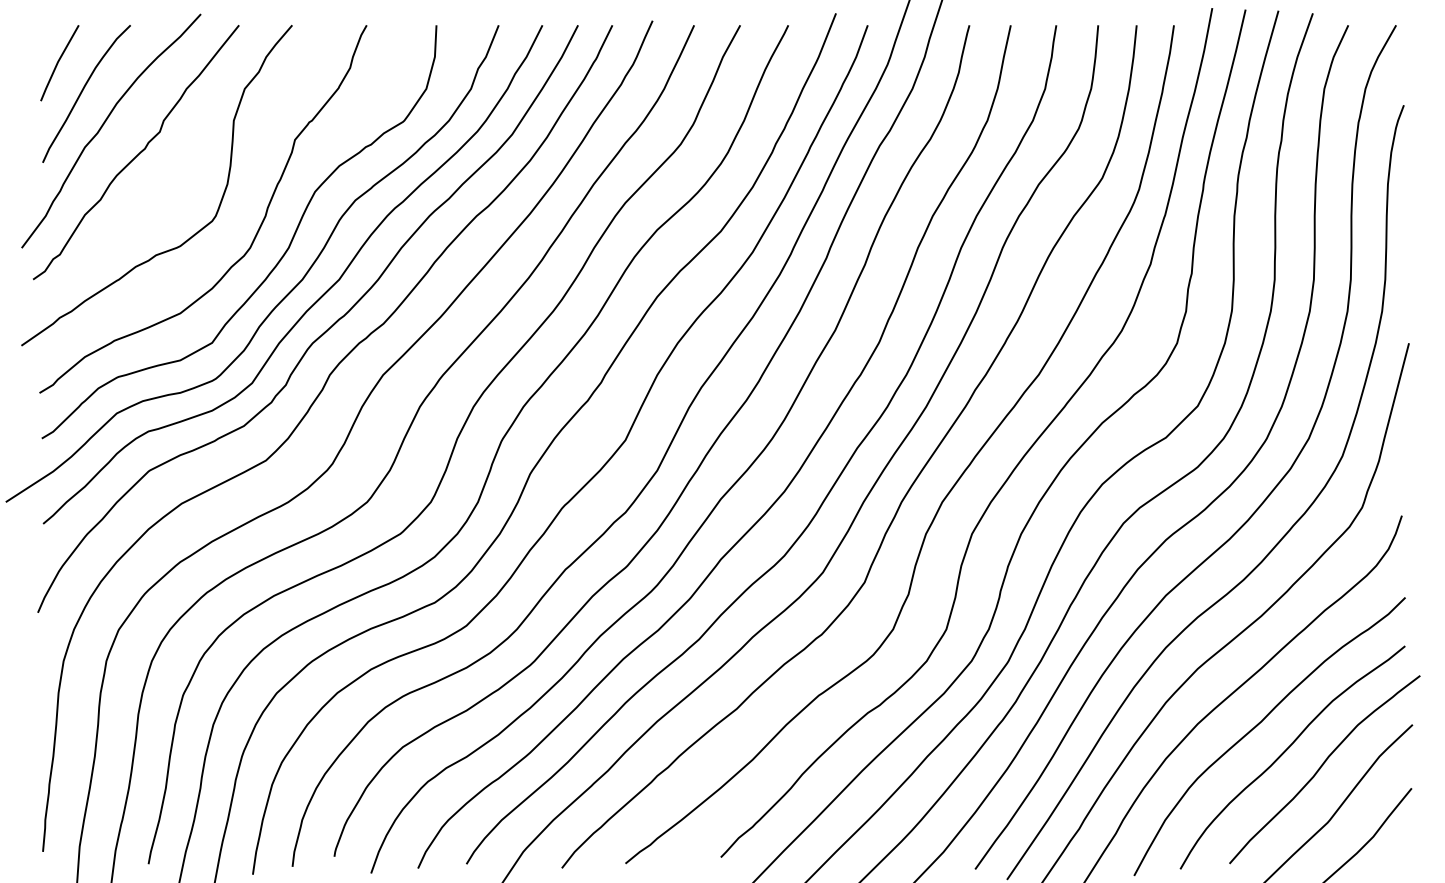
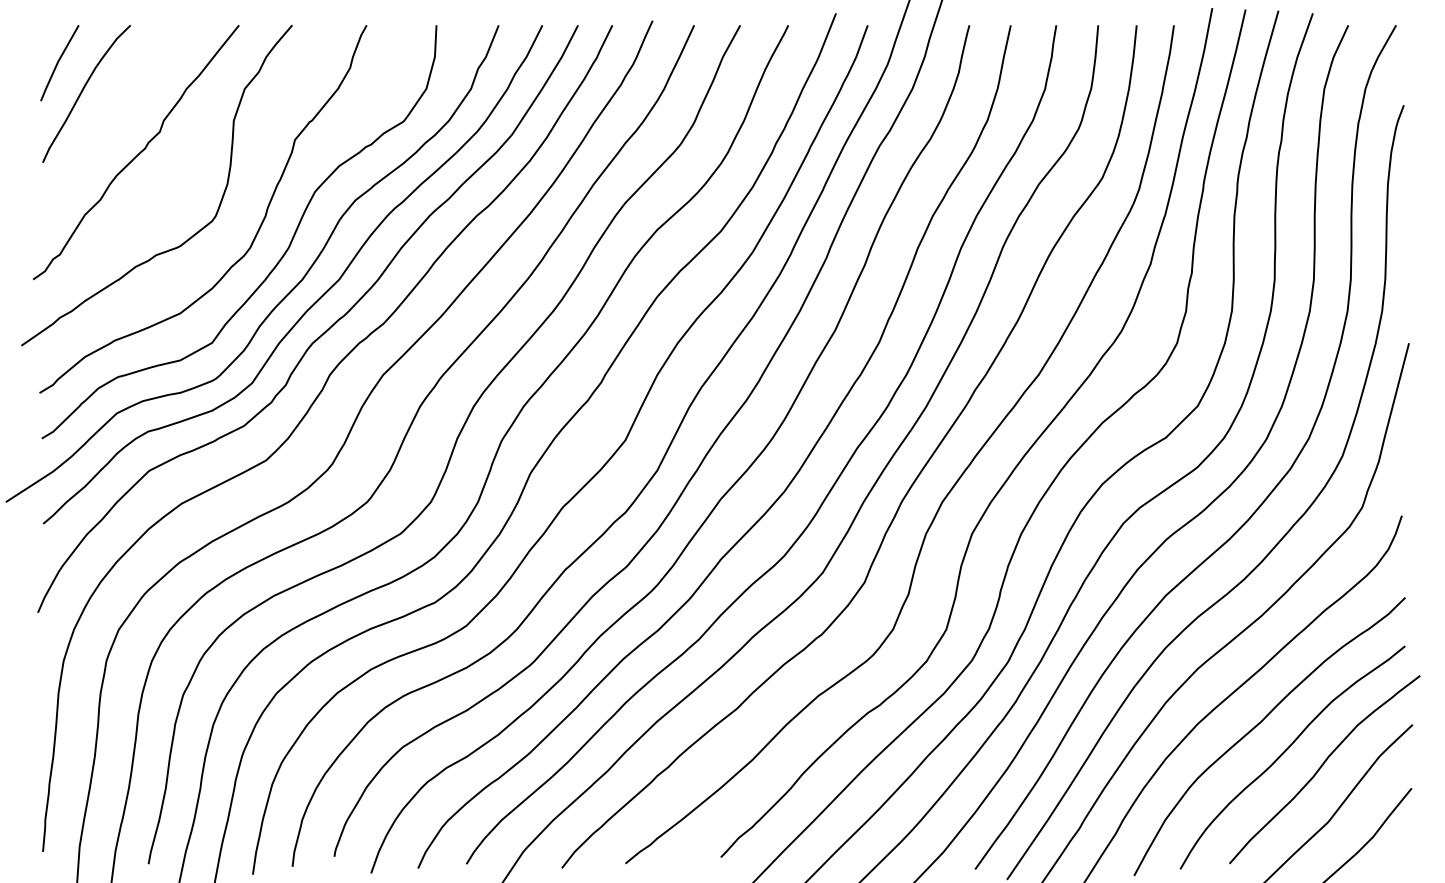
curve at (104, 124): present -> none
